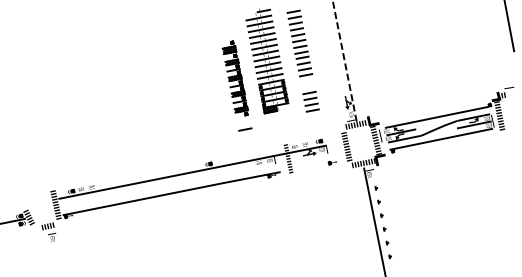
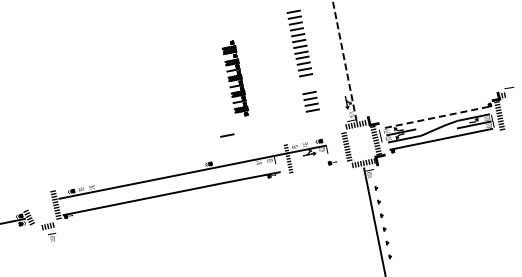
line at (509, 26): present -> none
part at (267, 61): present -> none
line at (437, 117): solid -> dashed
line at (245, 129) position: (245, 129) -> (227, 135)
